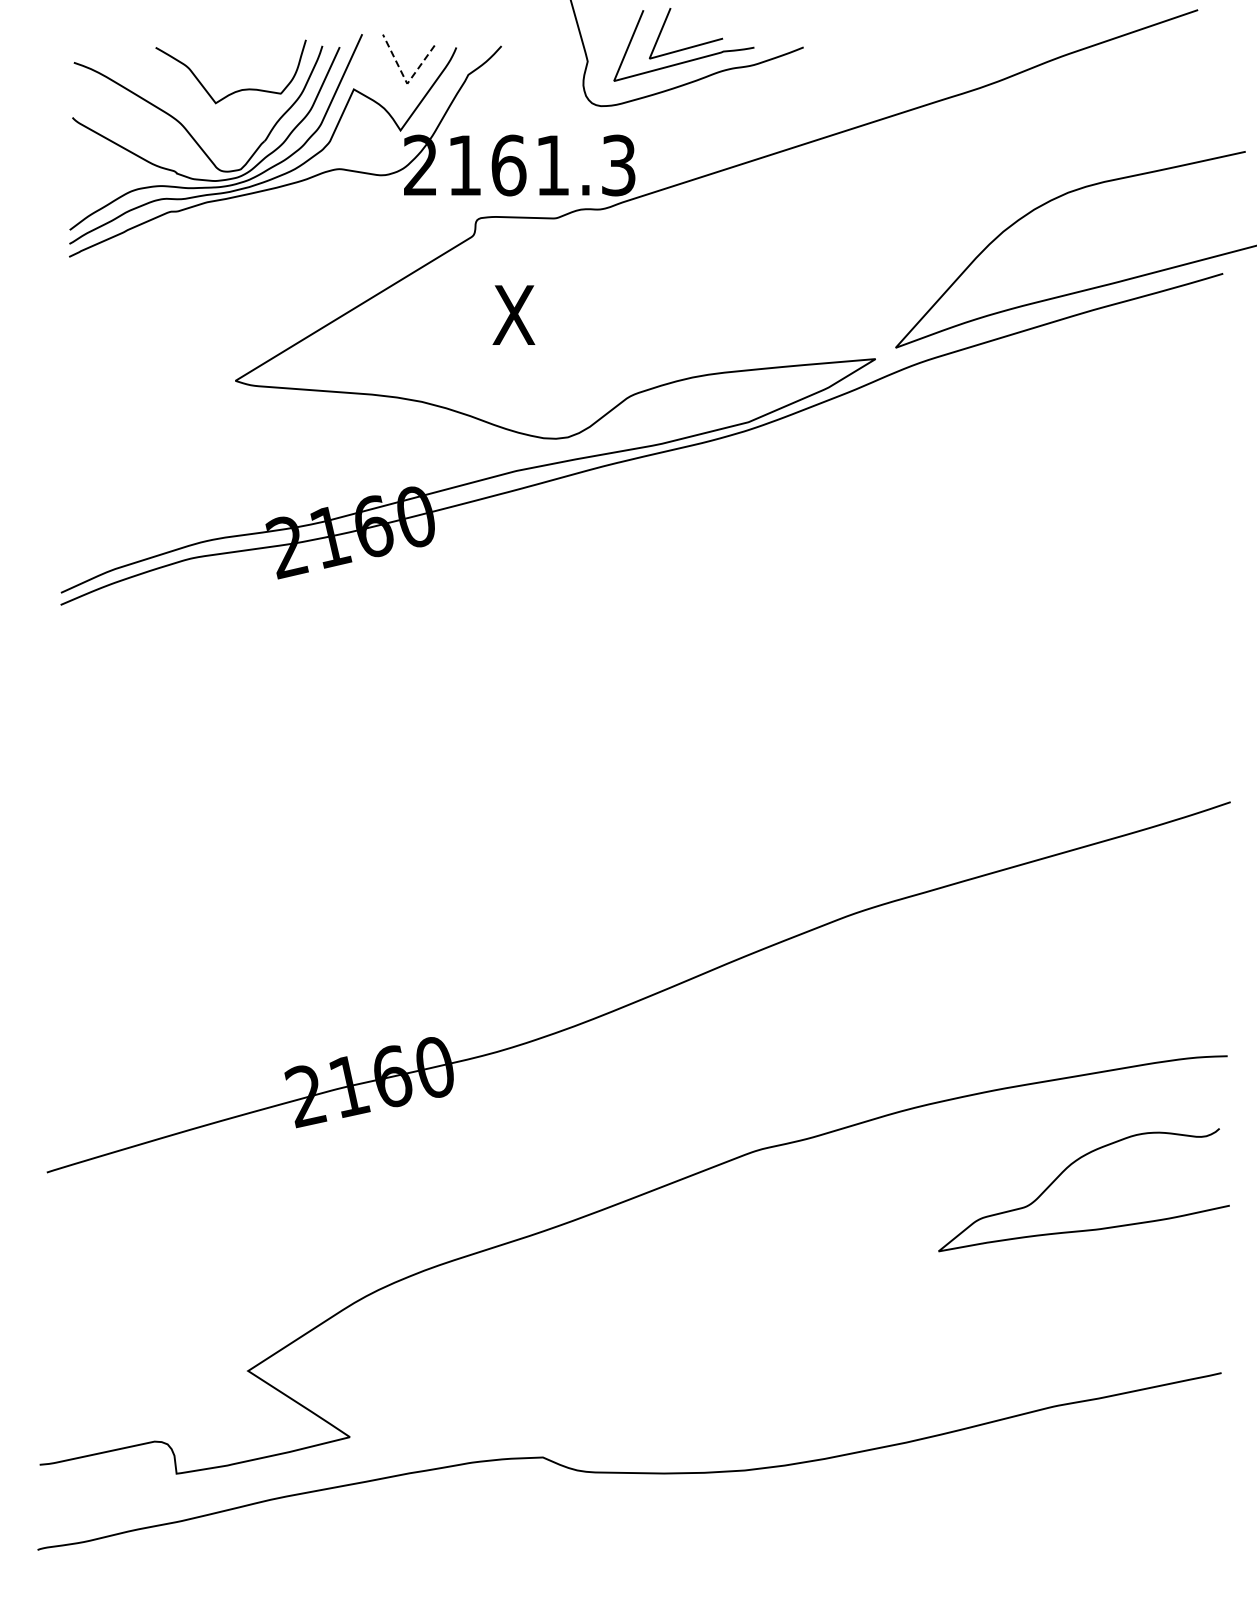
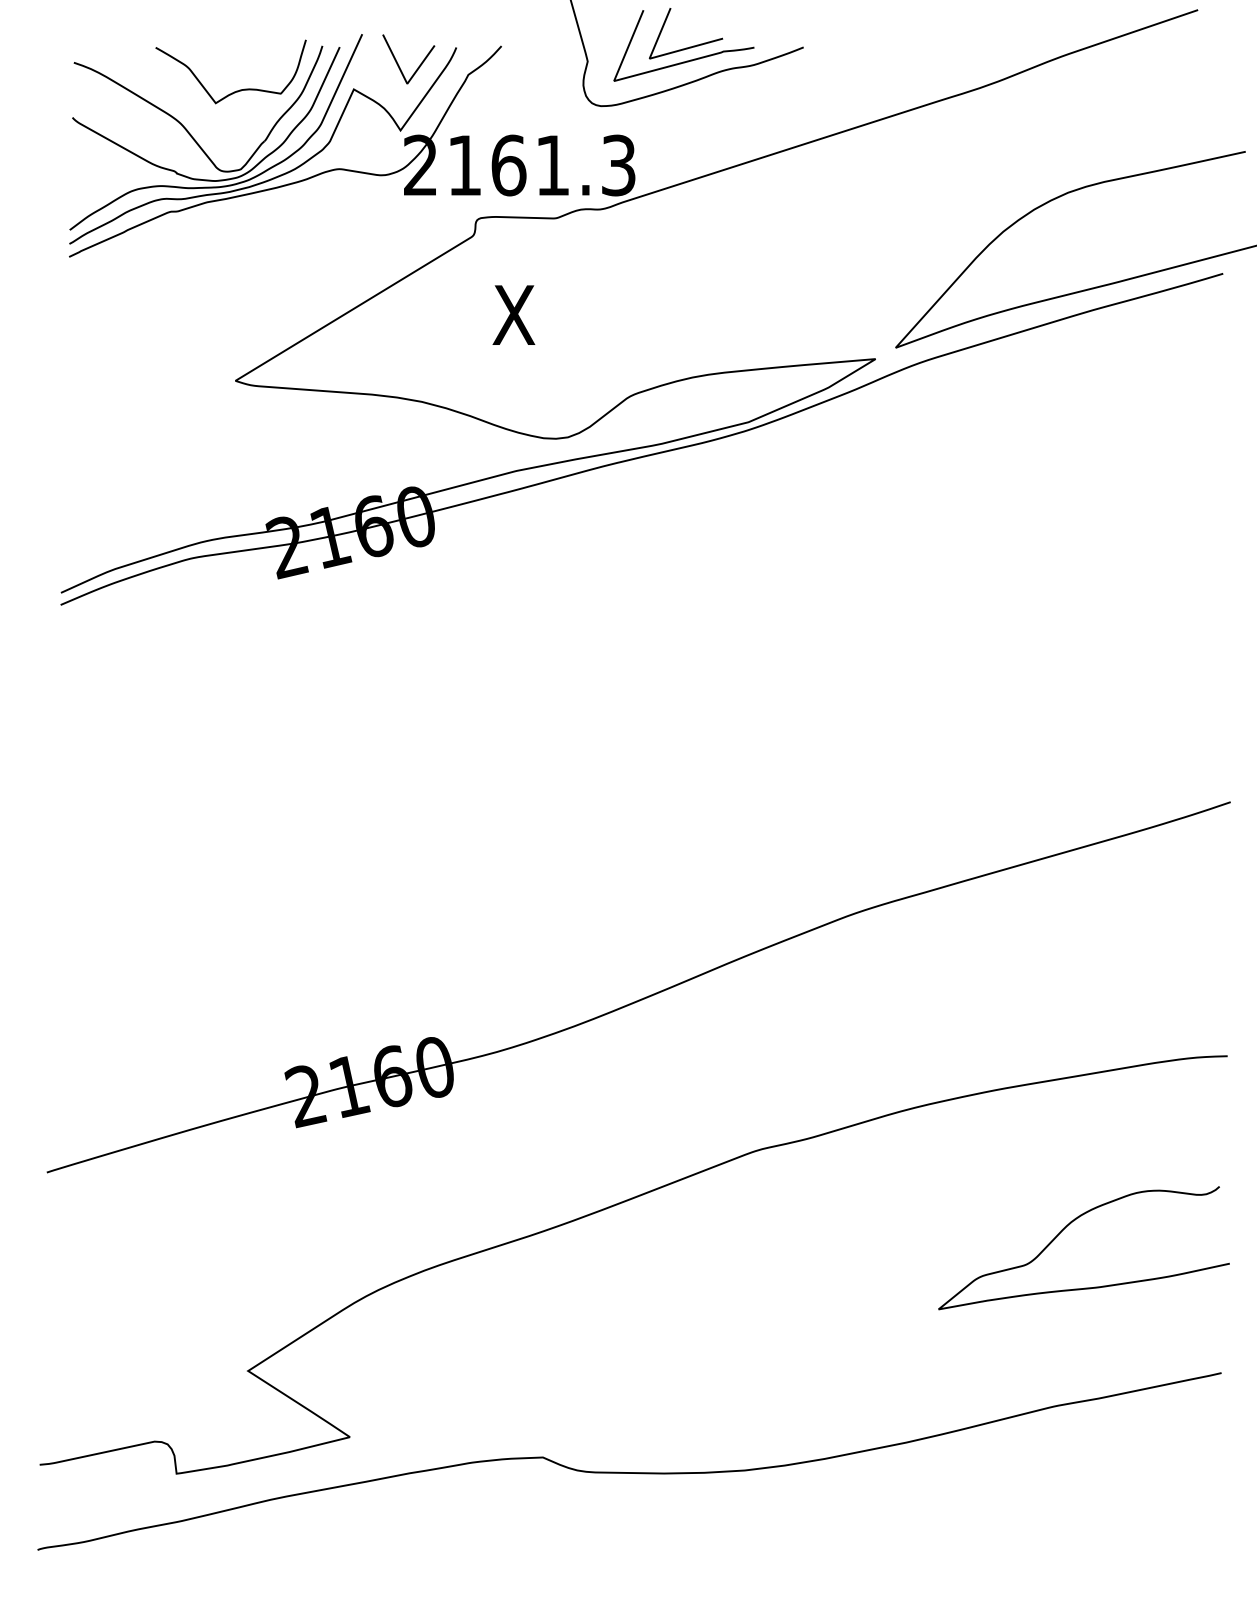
line at (405, 81): dashed -> solid
curve at (1064, 1171) position: (1064, 1171) -> (1064, 1229)
